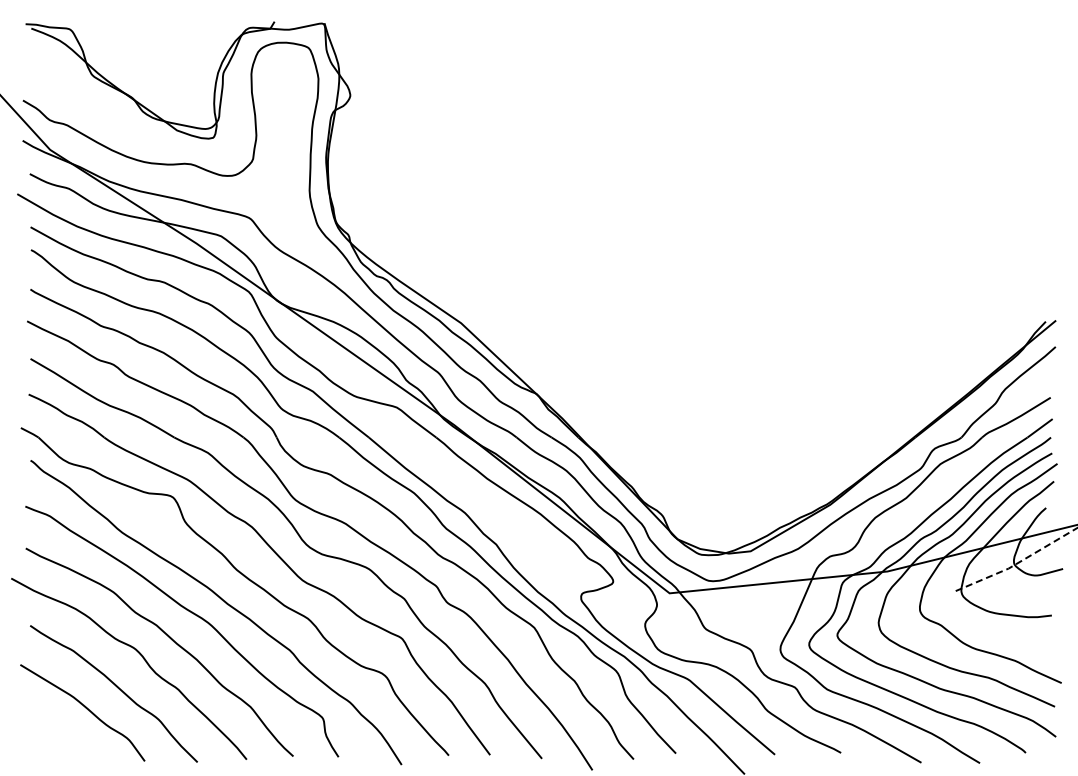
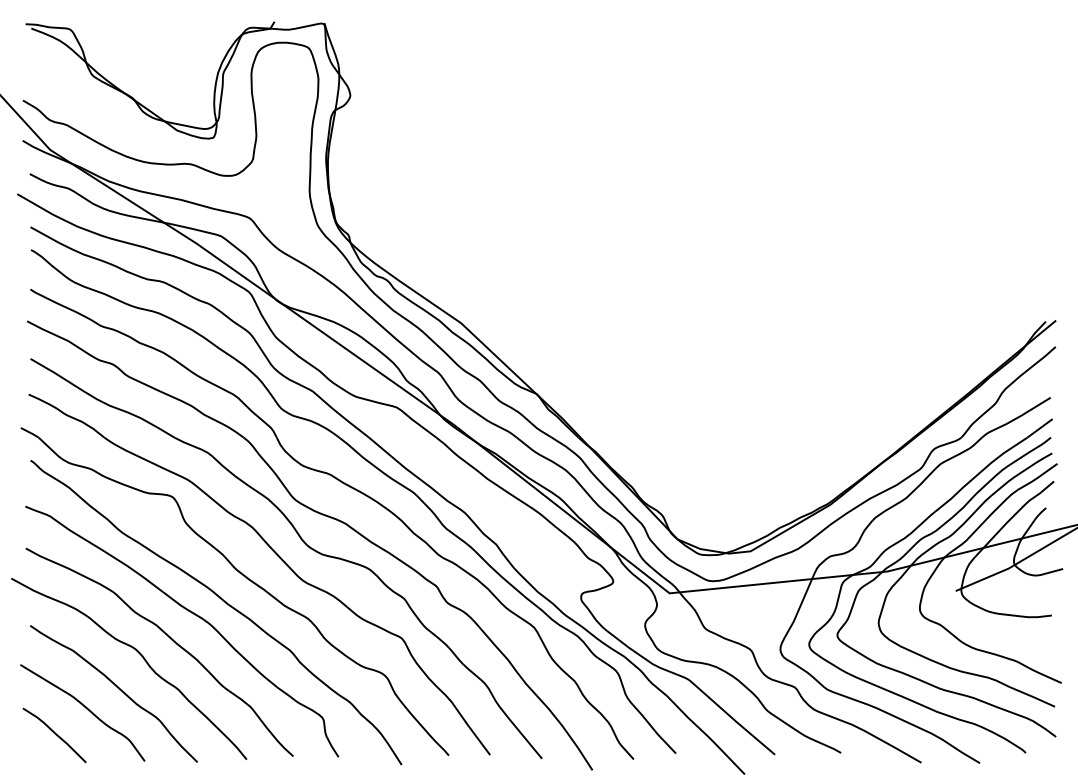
line at (1018, 563): dashed -> solid
curve at (54, 734): none -> present
